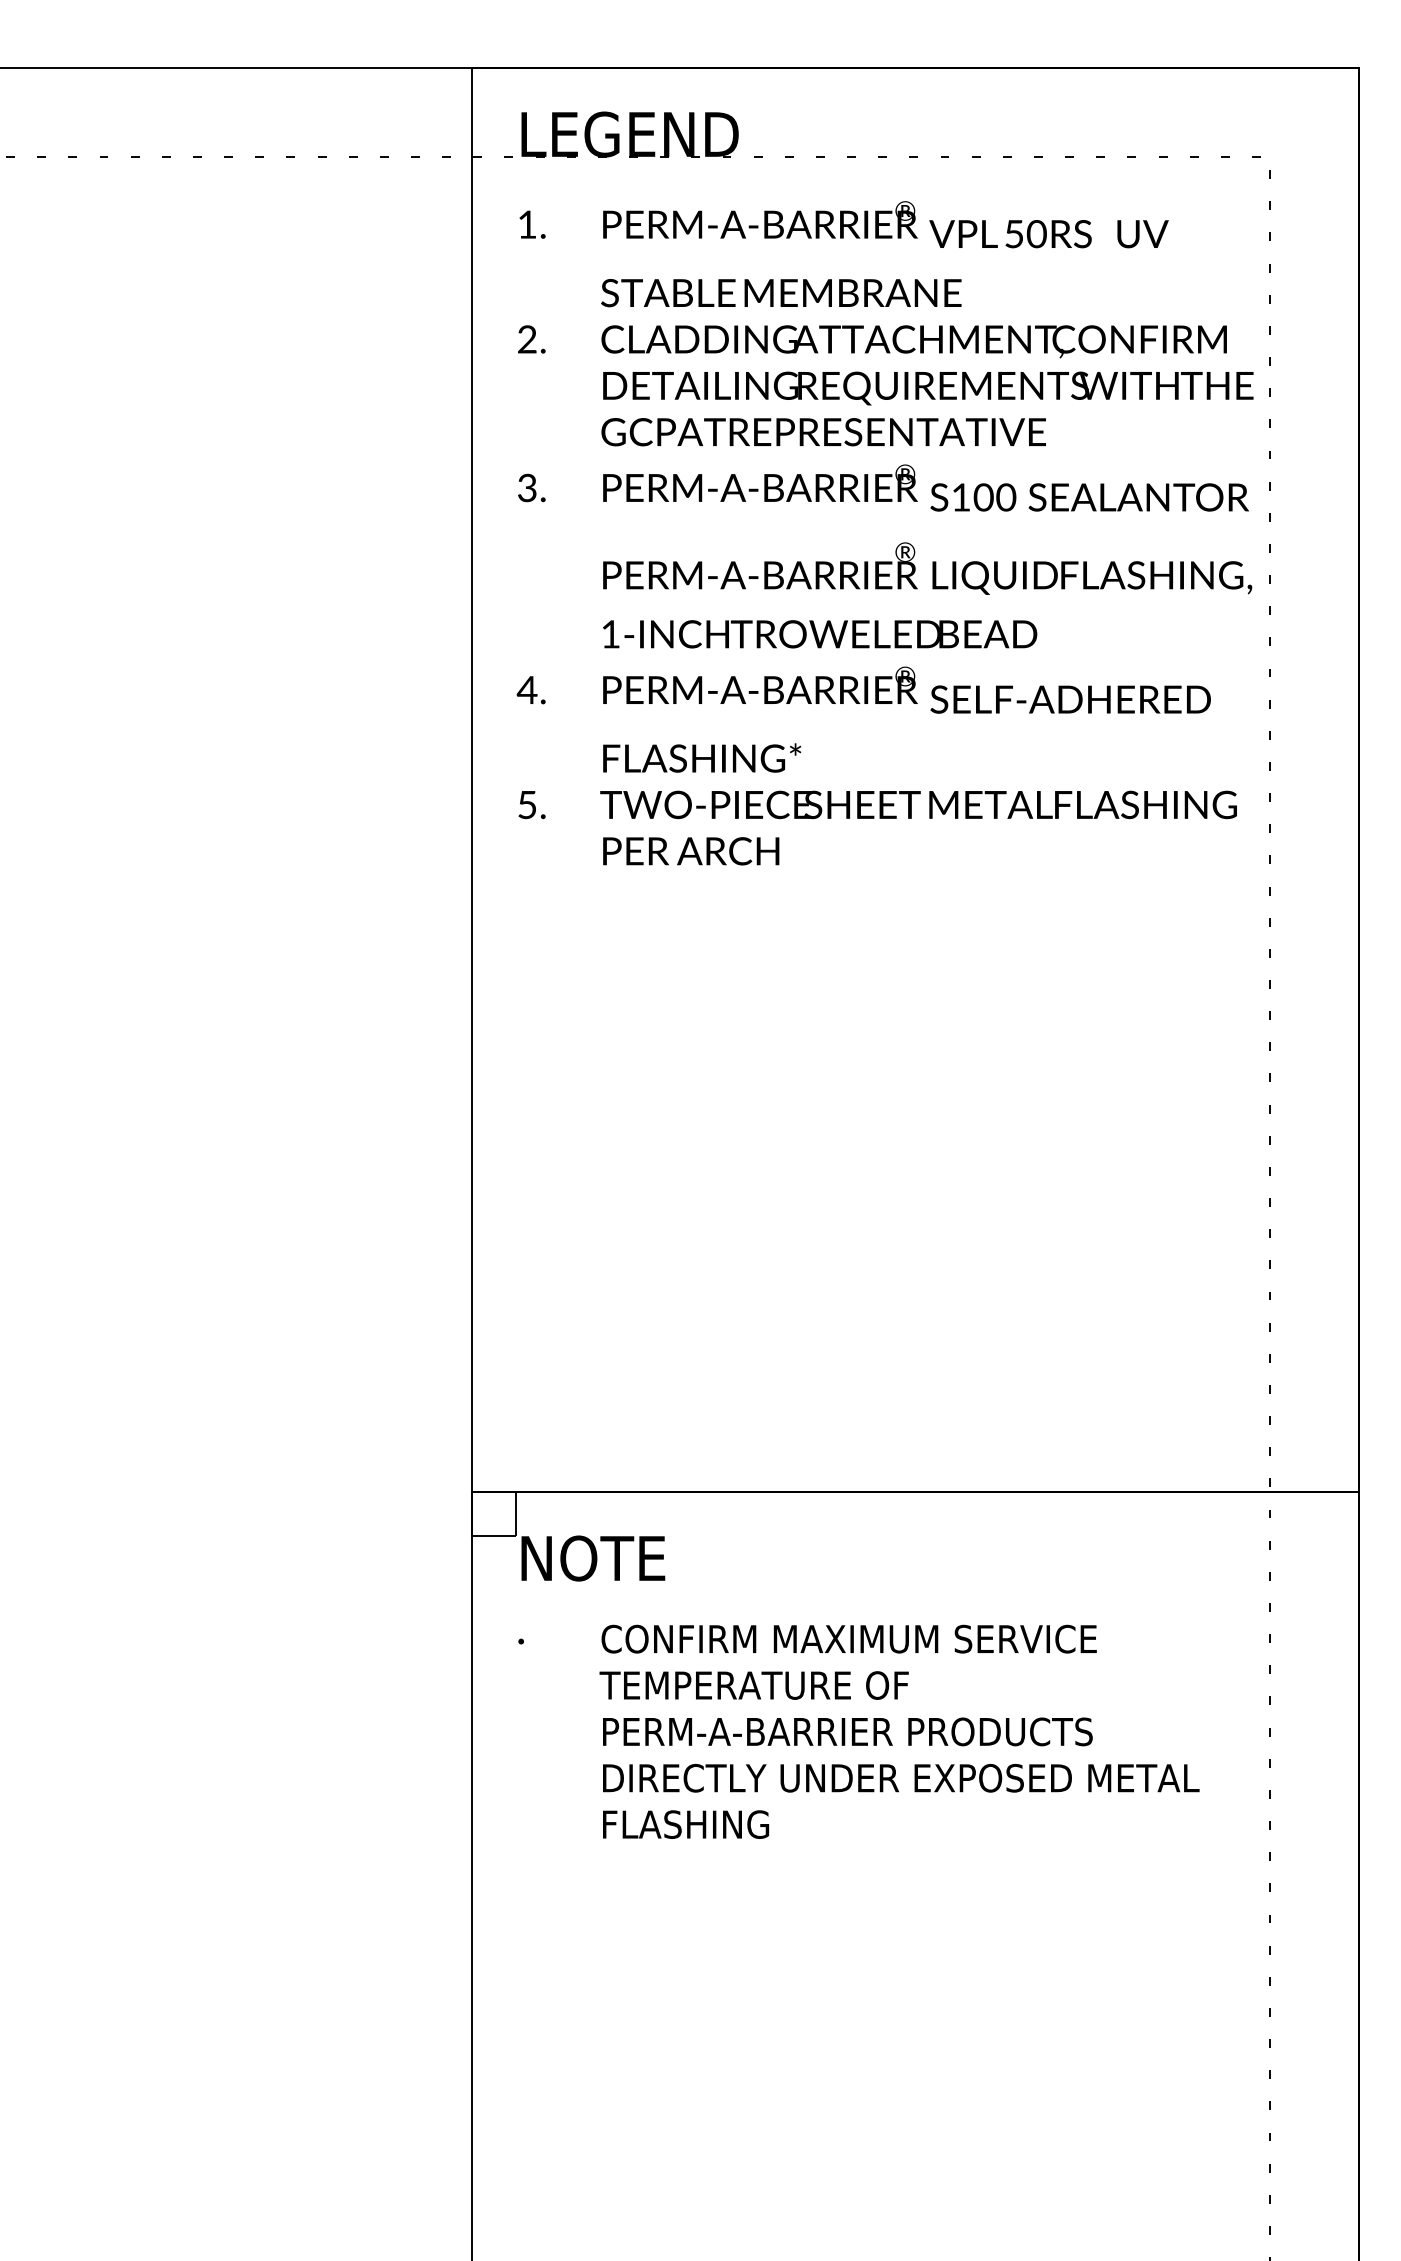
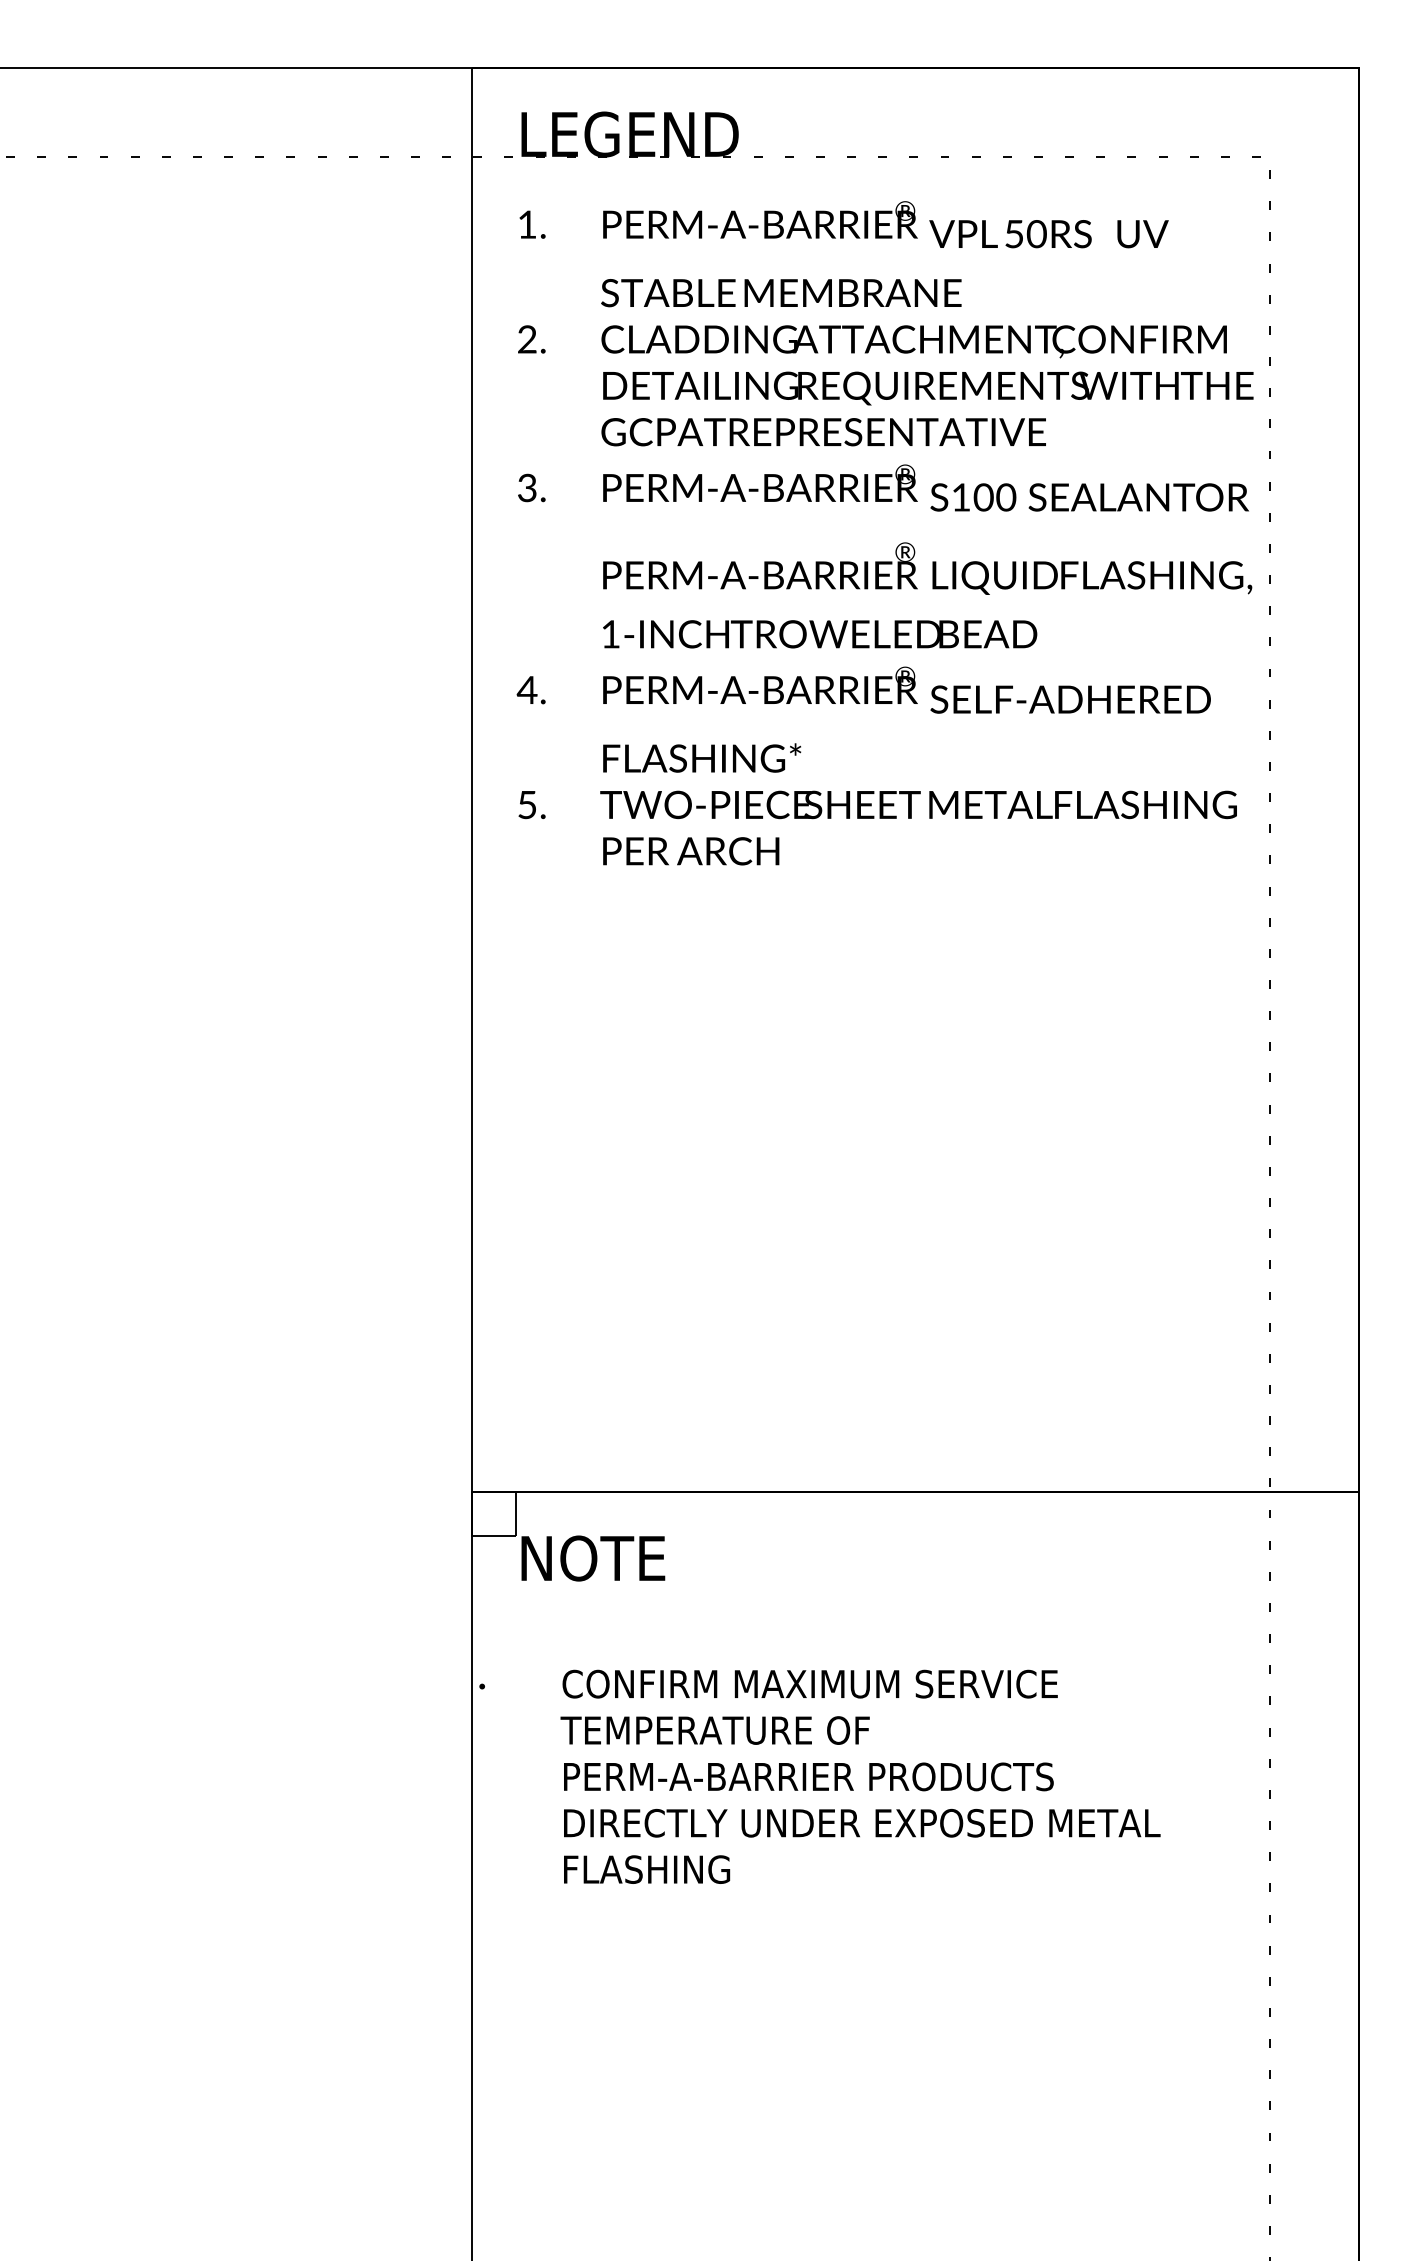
text at (858, 1731) position: (858, 1731) -> (819, 1776)
